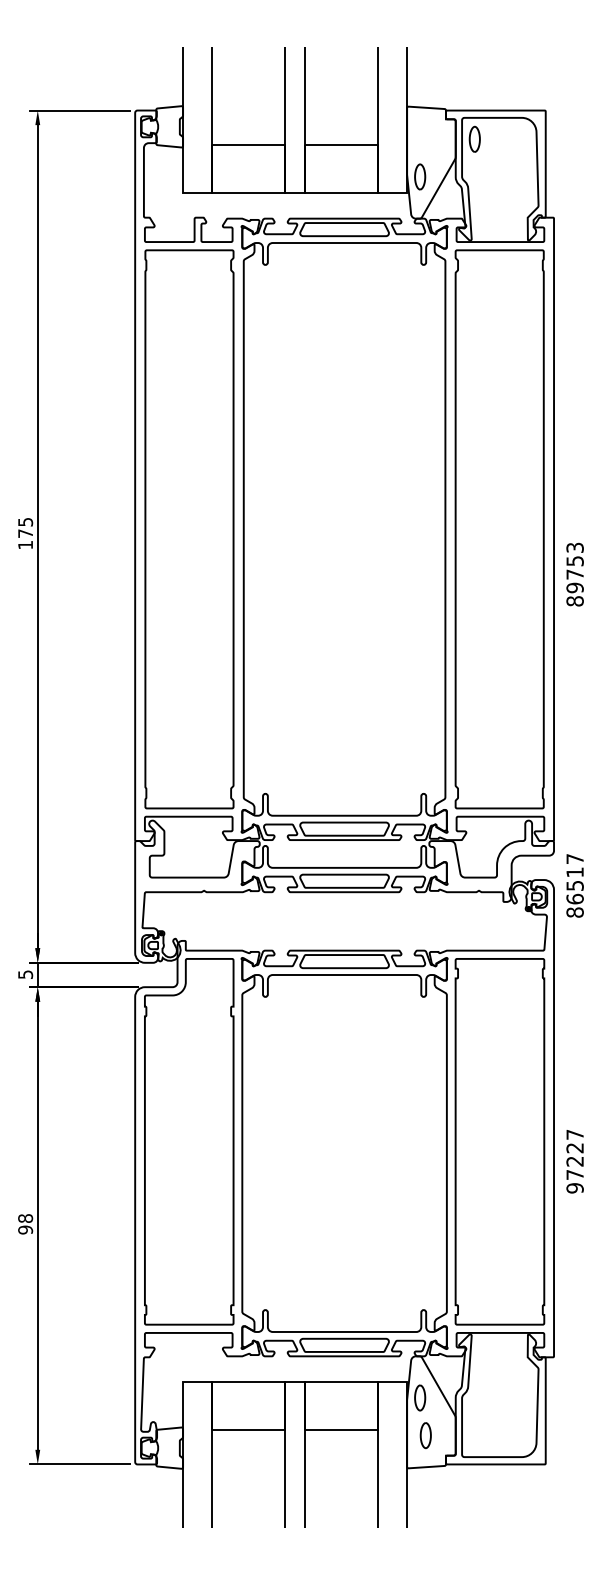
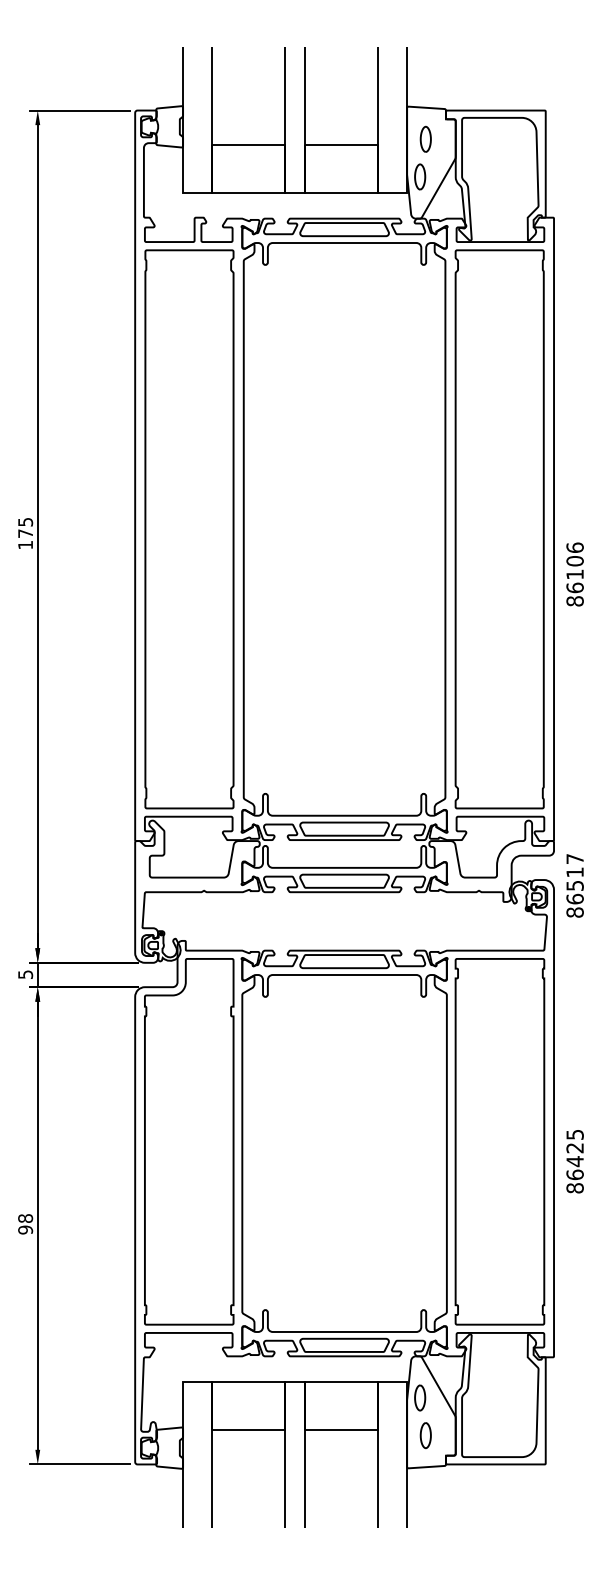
part at (474, 138) position: (474, 138) -> (425, 138)
text at (574, 567): 89753 -> 86106
text at (574, 1161): 97227 -> 86425
